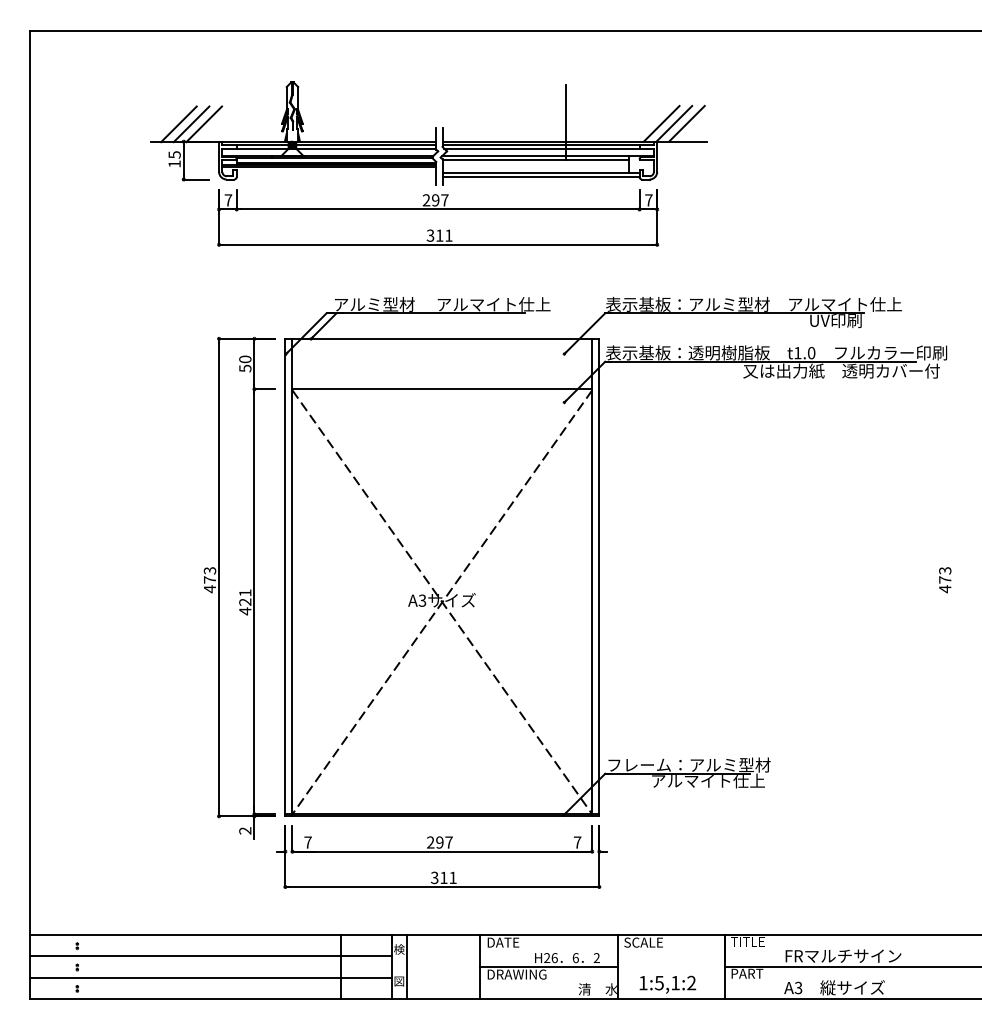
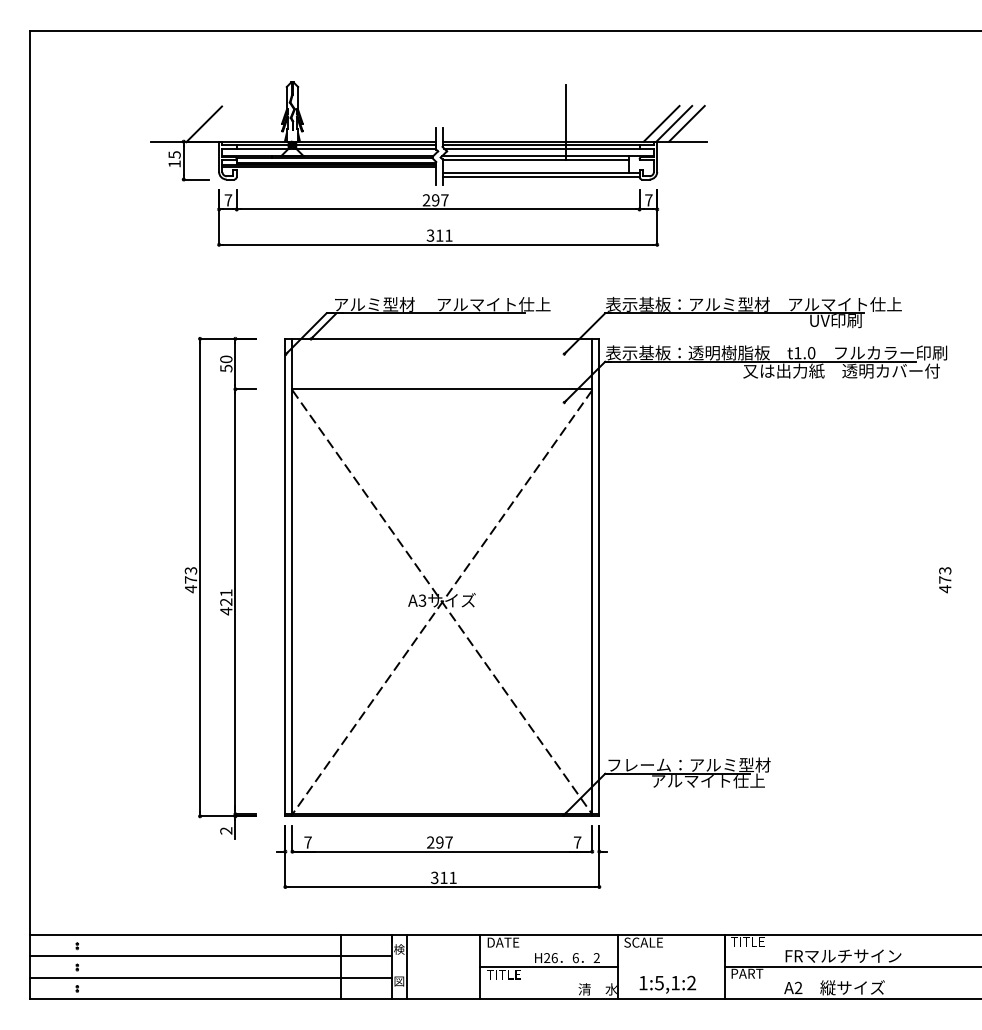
line at (178, 124): present -> none
line at (191, 124): present -> none
part at (239, 588) position: (239, 588) -> (220, 588)
text at (516, 974): DRAWING -> TITLE
text at (798, 988): A3 -> A2
